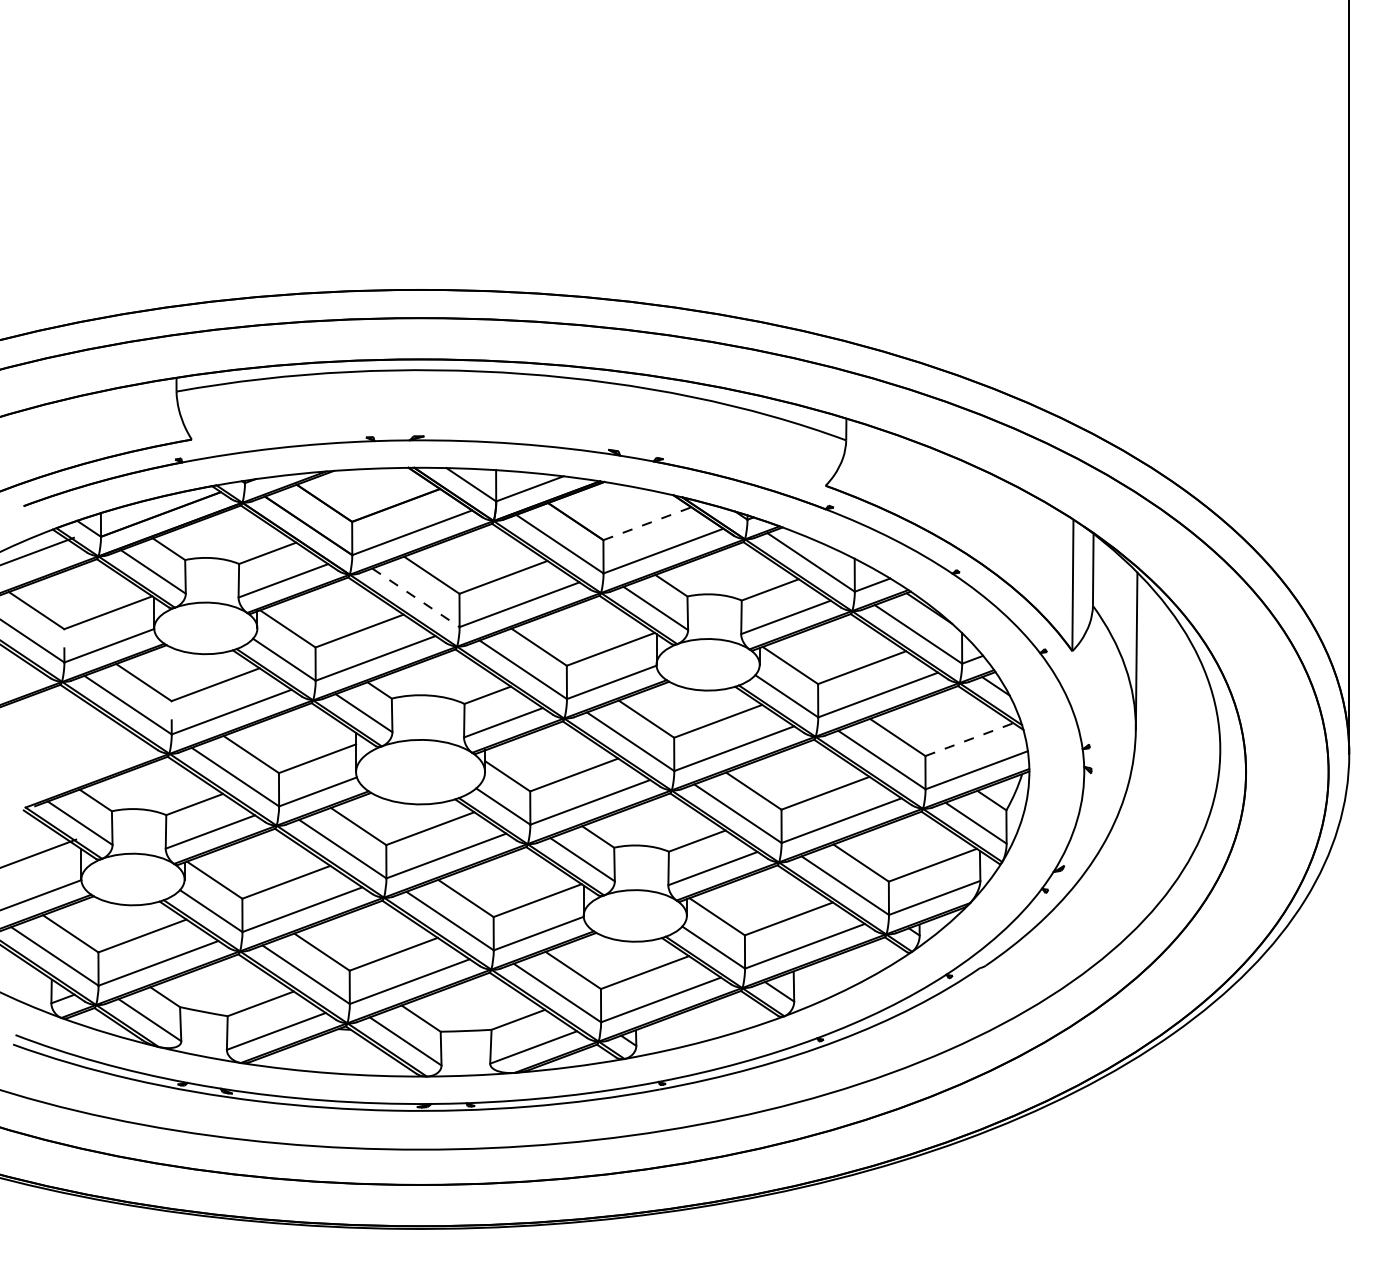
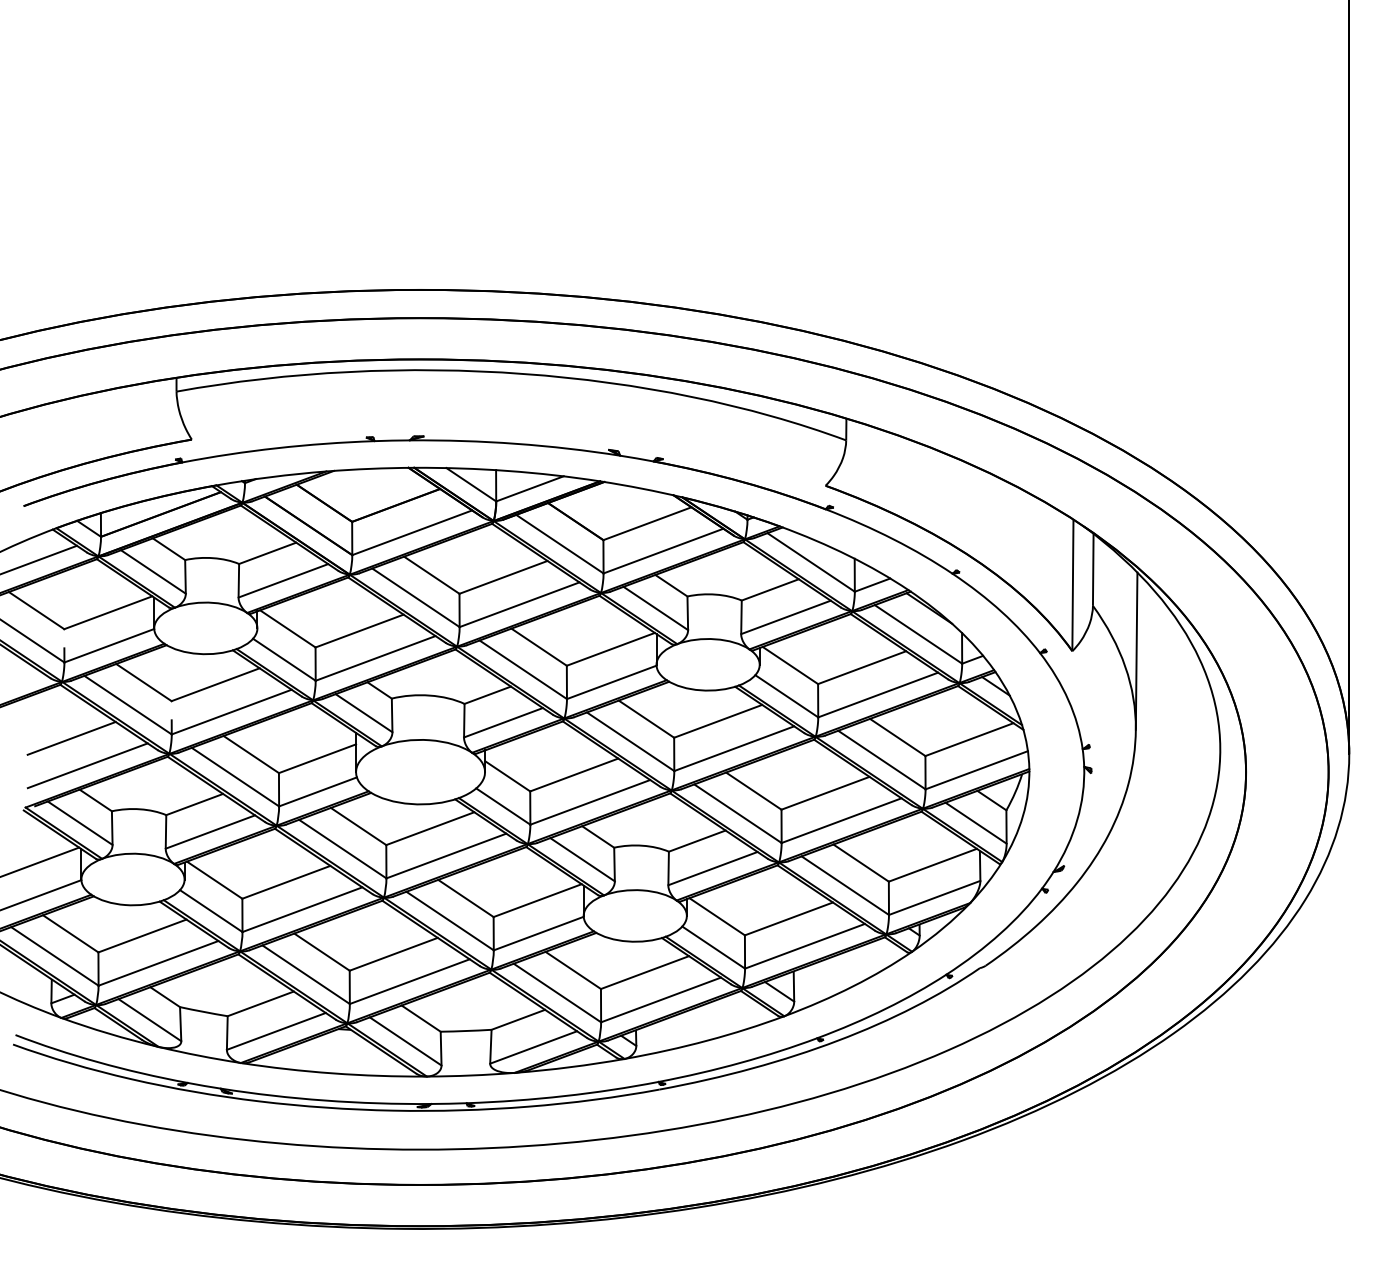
line at (647, 523): dashed -> solid
line at (37, 550) position: (37, 550) -> (39, 559)
line at (415, 597): dashed -> solid
line at (71, 737): none -> present
line at (969, 739): dashed -> solid
line at (87, 765): none -> present
line at (39, 853) position: (39, 853) -> (40, 861)
